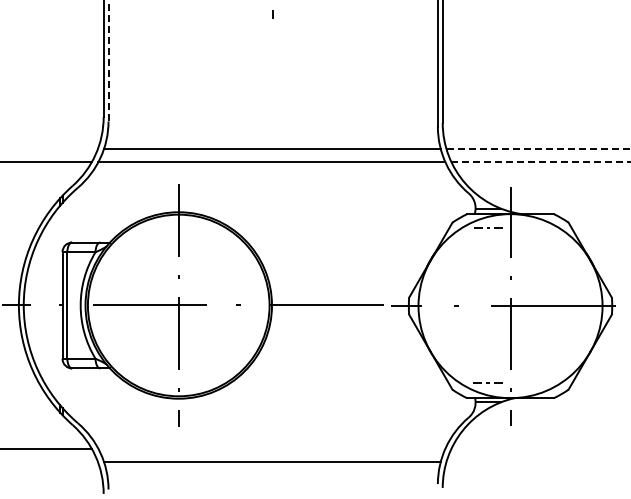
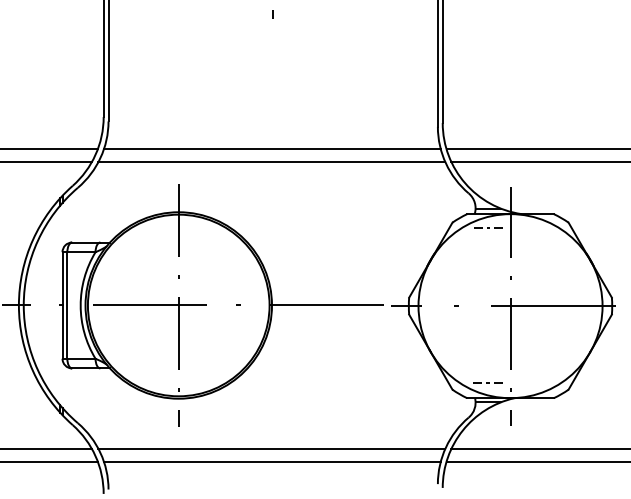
line at (108, 60): dashed -> solid
line at (49, 149): none -> present
line at (538, 149): dashed -> solid
line at (541, 162): dashed -> solid
line at (271, 448): none -> present
line at (539, 448): none -> present
line at (49, 461): none -> present
line at (536, 461): none -> present
